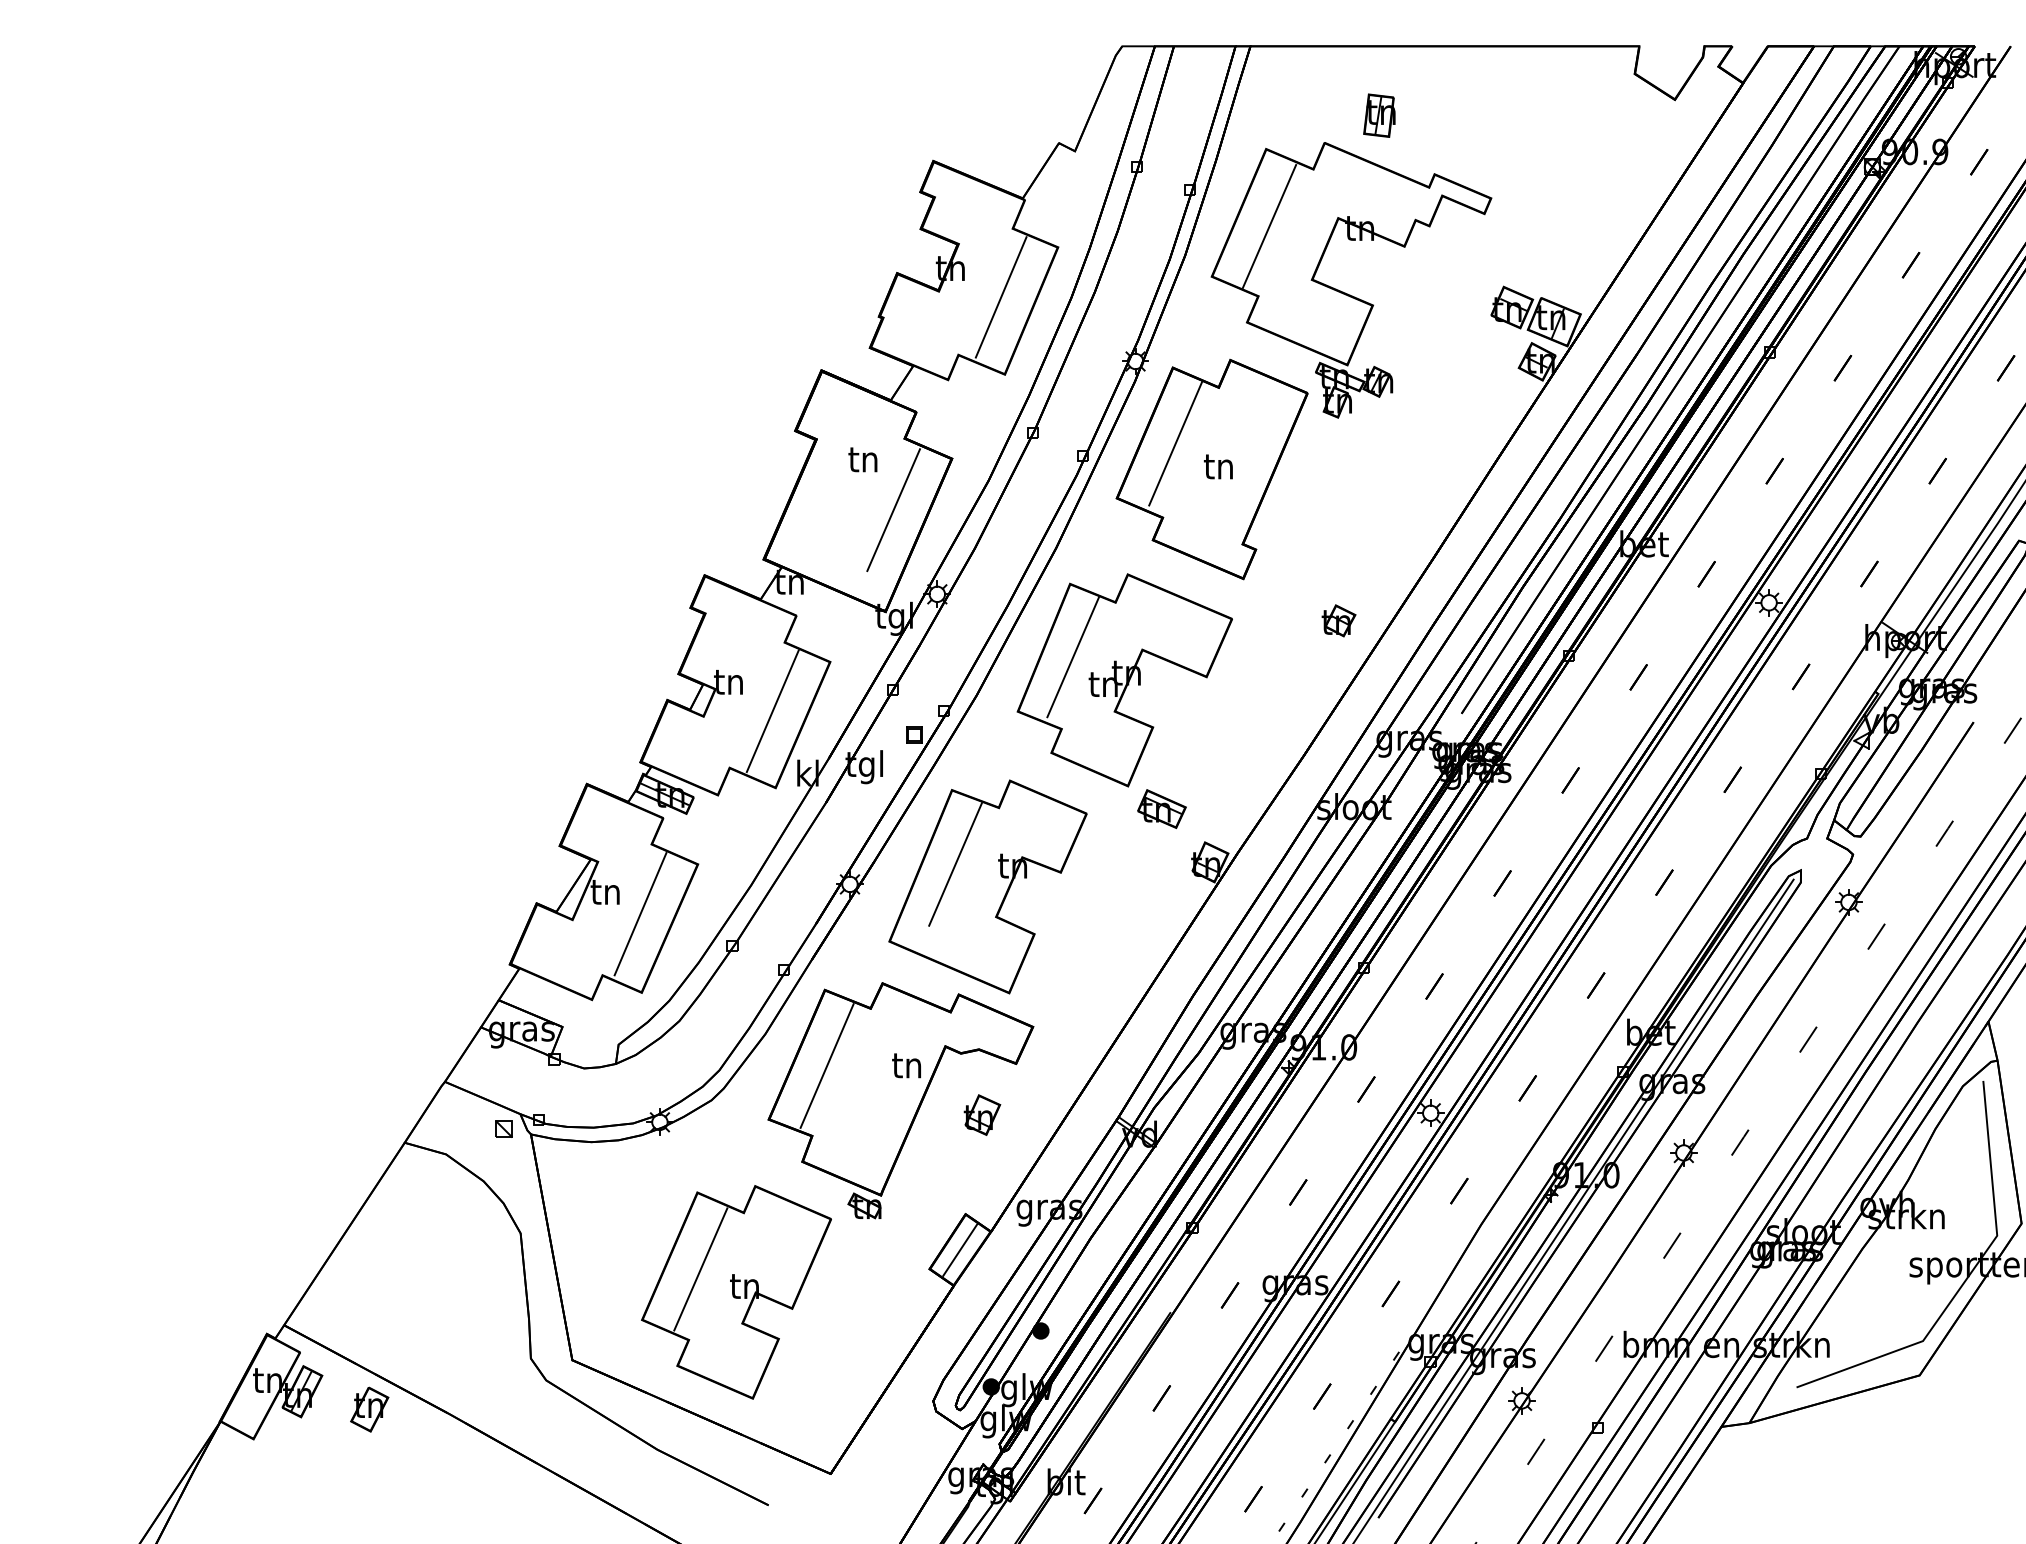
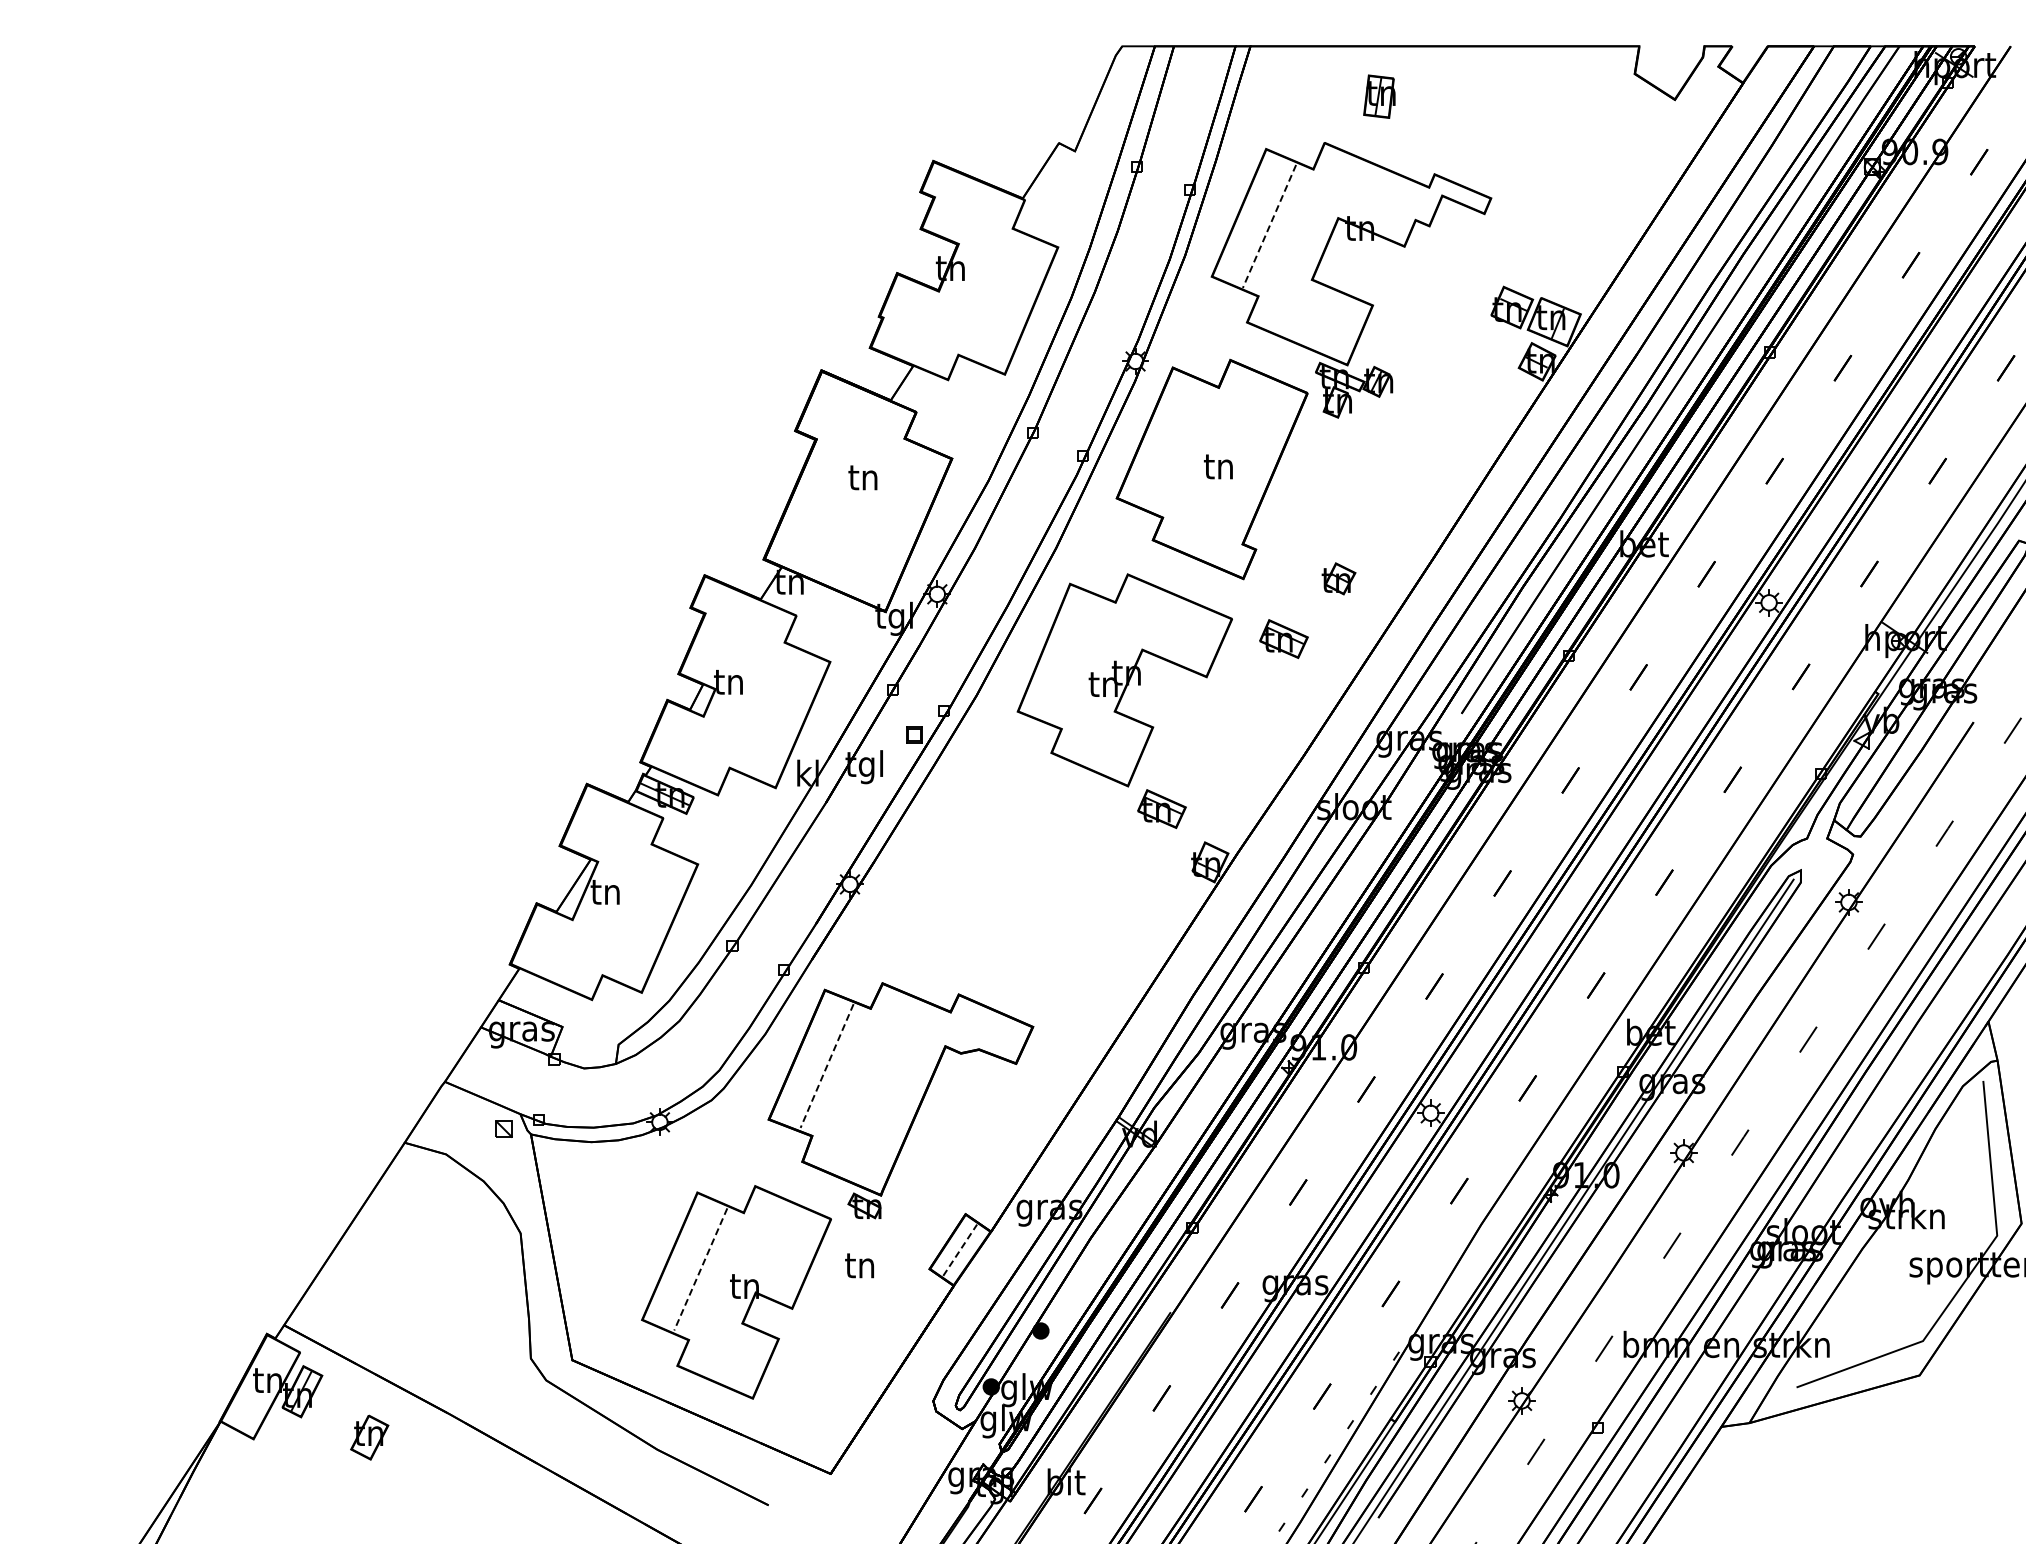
part at (1379, 115) position: (1379, 115) -> (1379, 96)
line at (1269, 226): solid -> dashed
line at (1000, 297): present -> none
line at (1175, 443): present -> none
text at (862, 459) position: (862, 459) -> (862, 477)
line at (893, 510): present -> none
part at (1338, 620) position: (1338, 620) -> (1338, 578)
part at (1283, 639): none -> present
line at (1073, 657): present -> none
line at (772, 711): present -> none
part at (987, 886): present -> none
line at (640, 914): present -> none
text at (906, 1065) position: (906, 1065) -> (859, 1265)
line at (826, 1066): solid -> dashed
part at (982, 1114): present -> none
line at (960, 1250): solid -> dashed
line at (700, 1269): solid -> dashed
part at (369, 1409) position: (369, 1409) -> (369, 1437)
